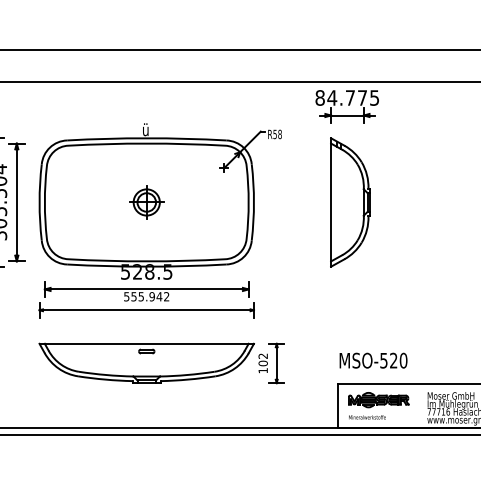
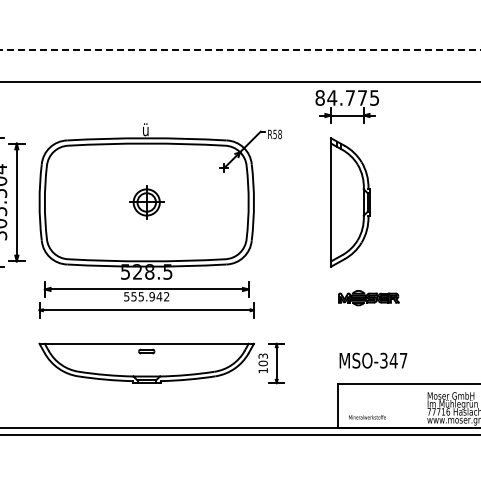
line at (240, 49): solid -> dashed
text at (263, 355): 102 -> 103
text at (393, 360): MSO-520 -> MSO-347
part at (378, 400) position: (378, 400) -> (368, 298)
